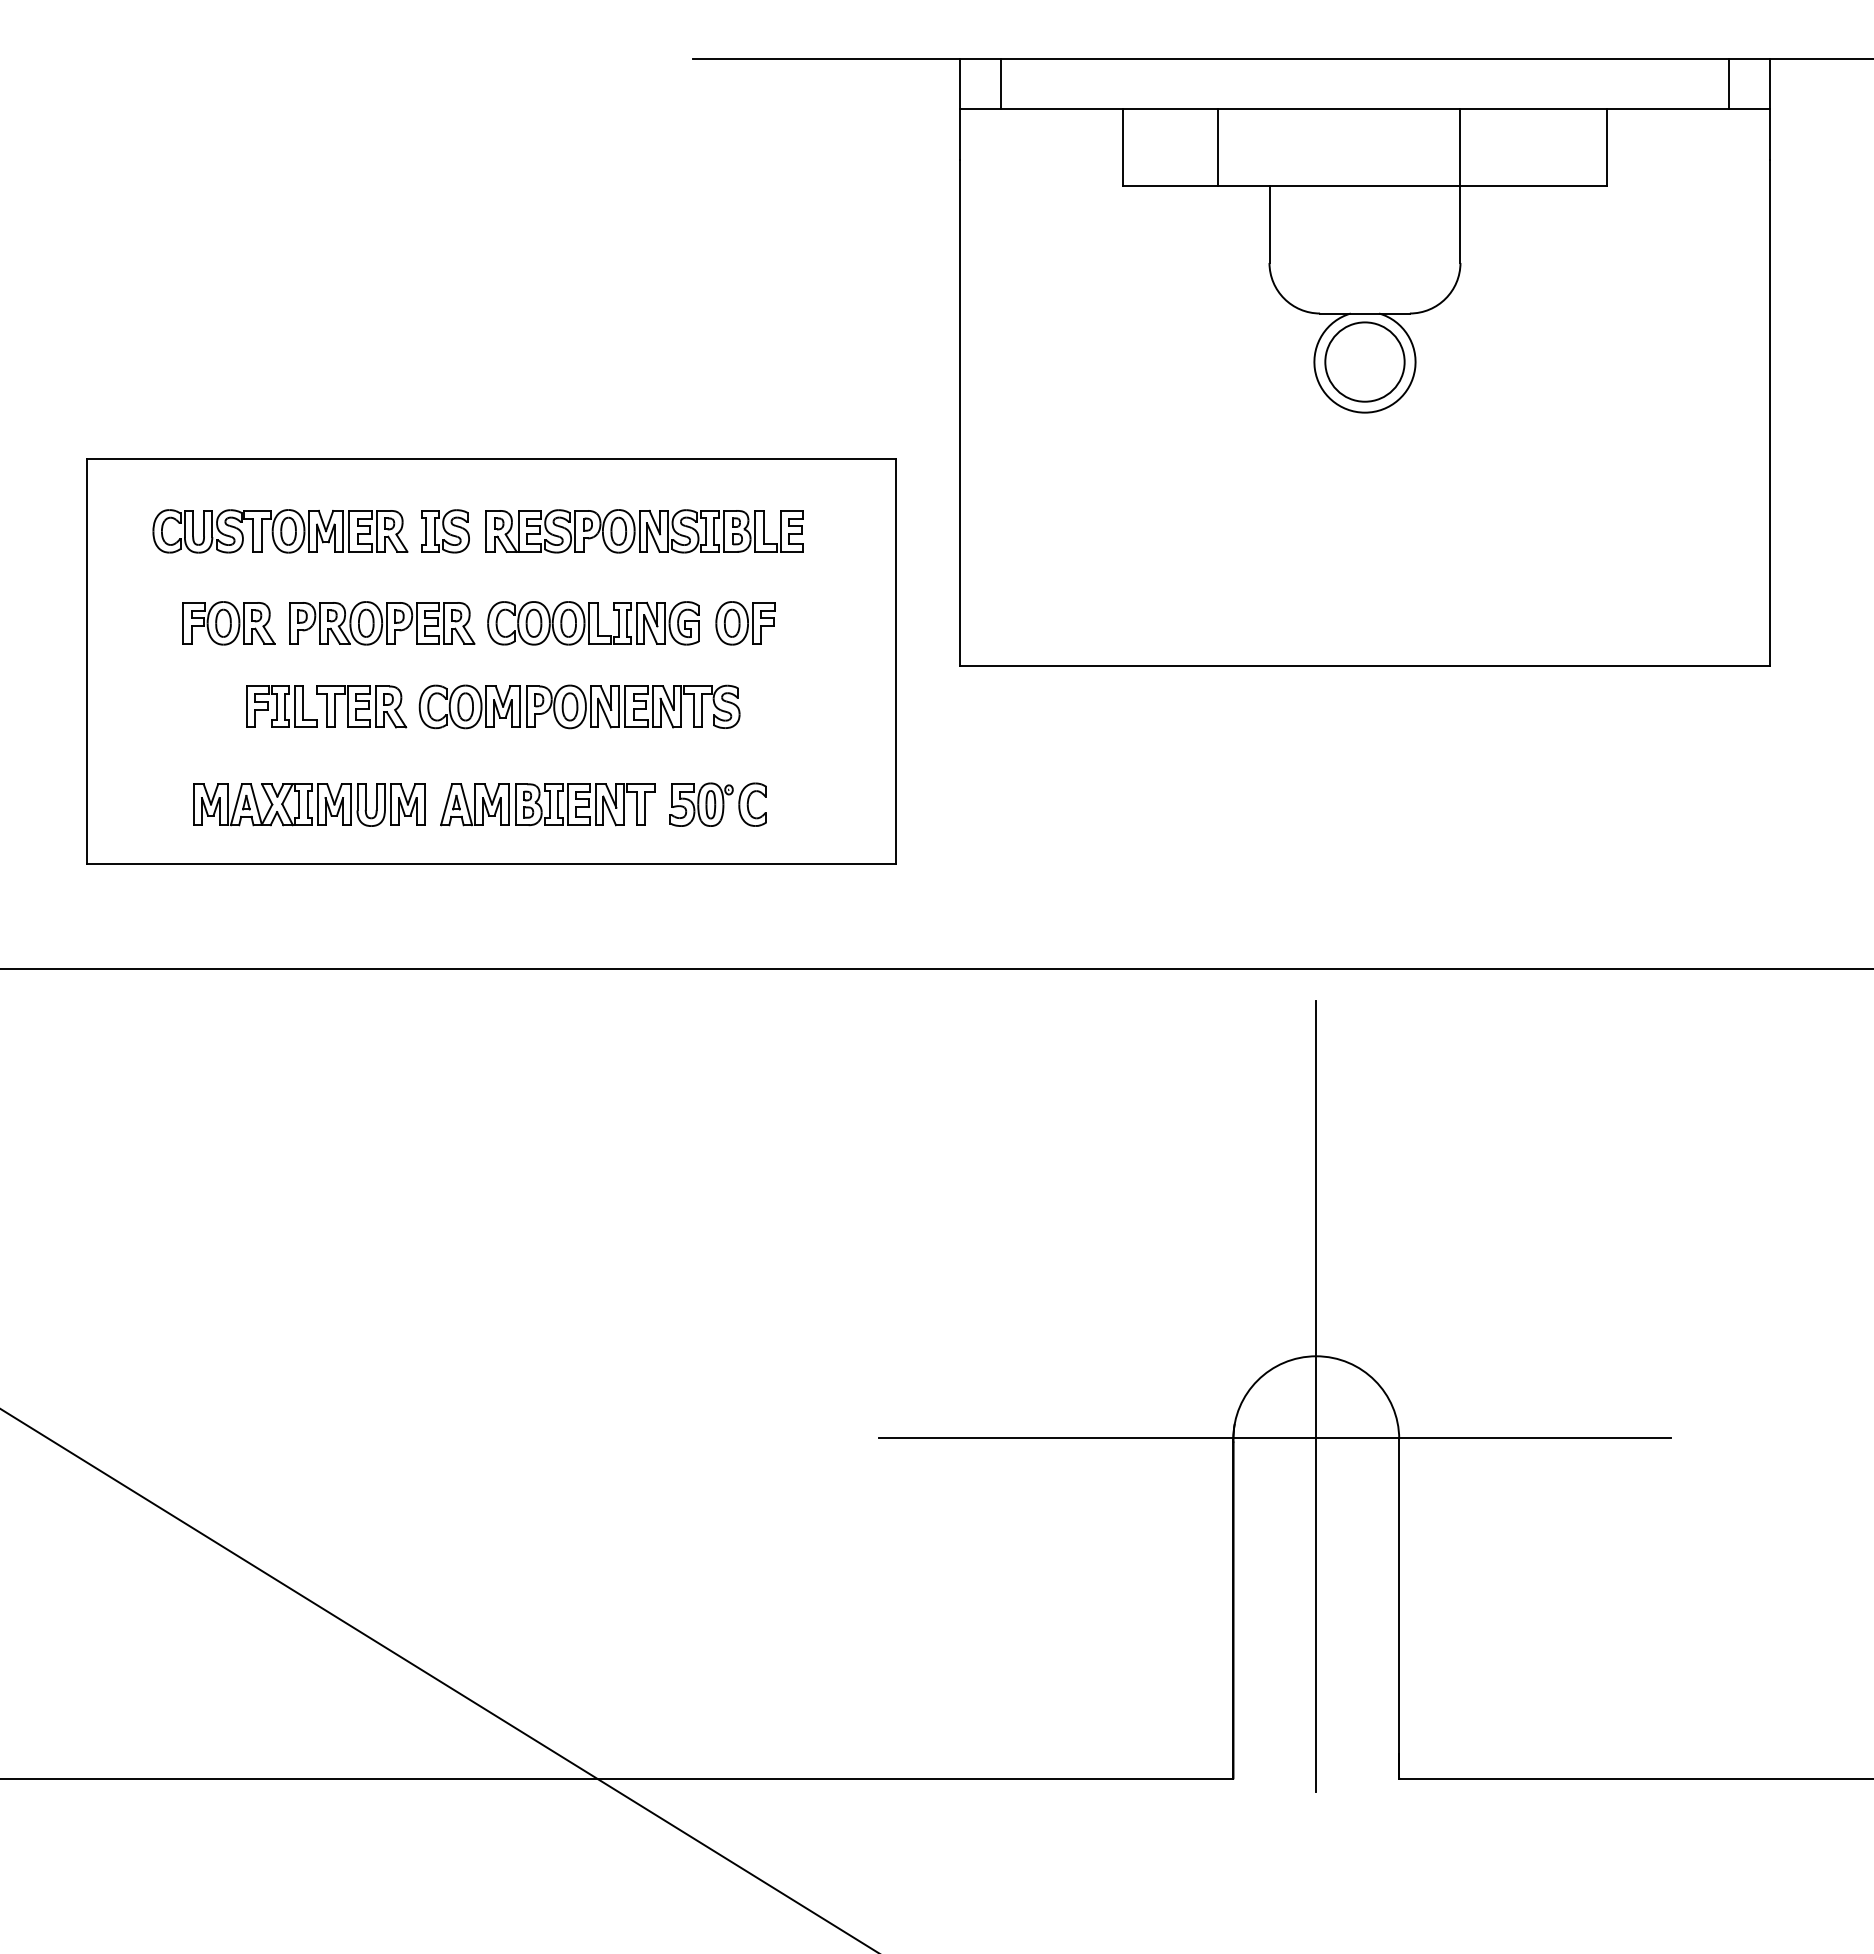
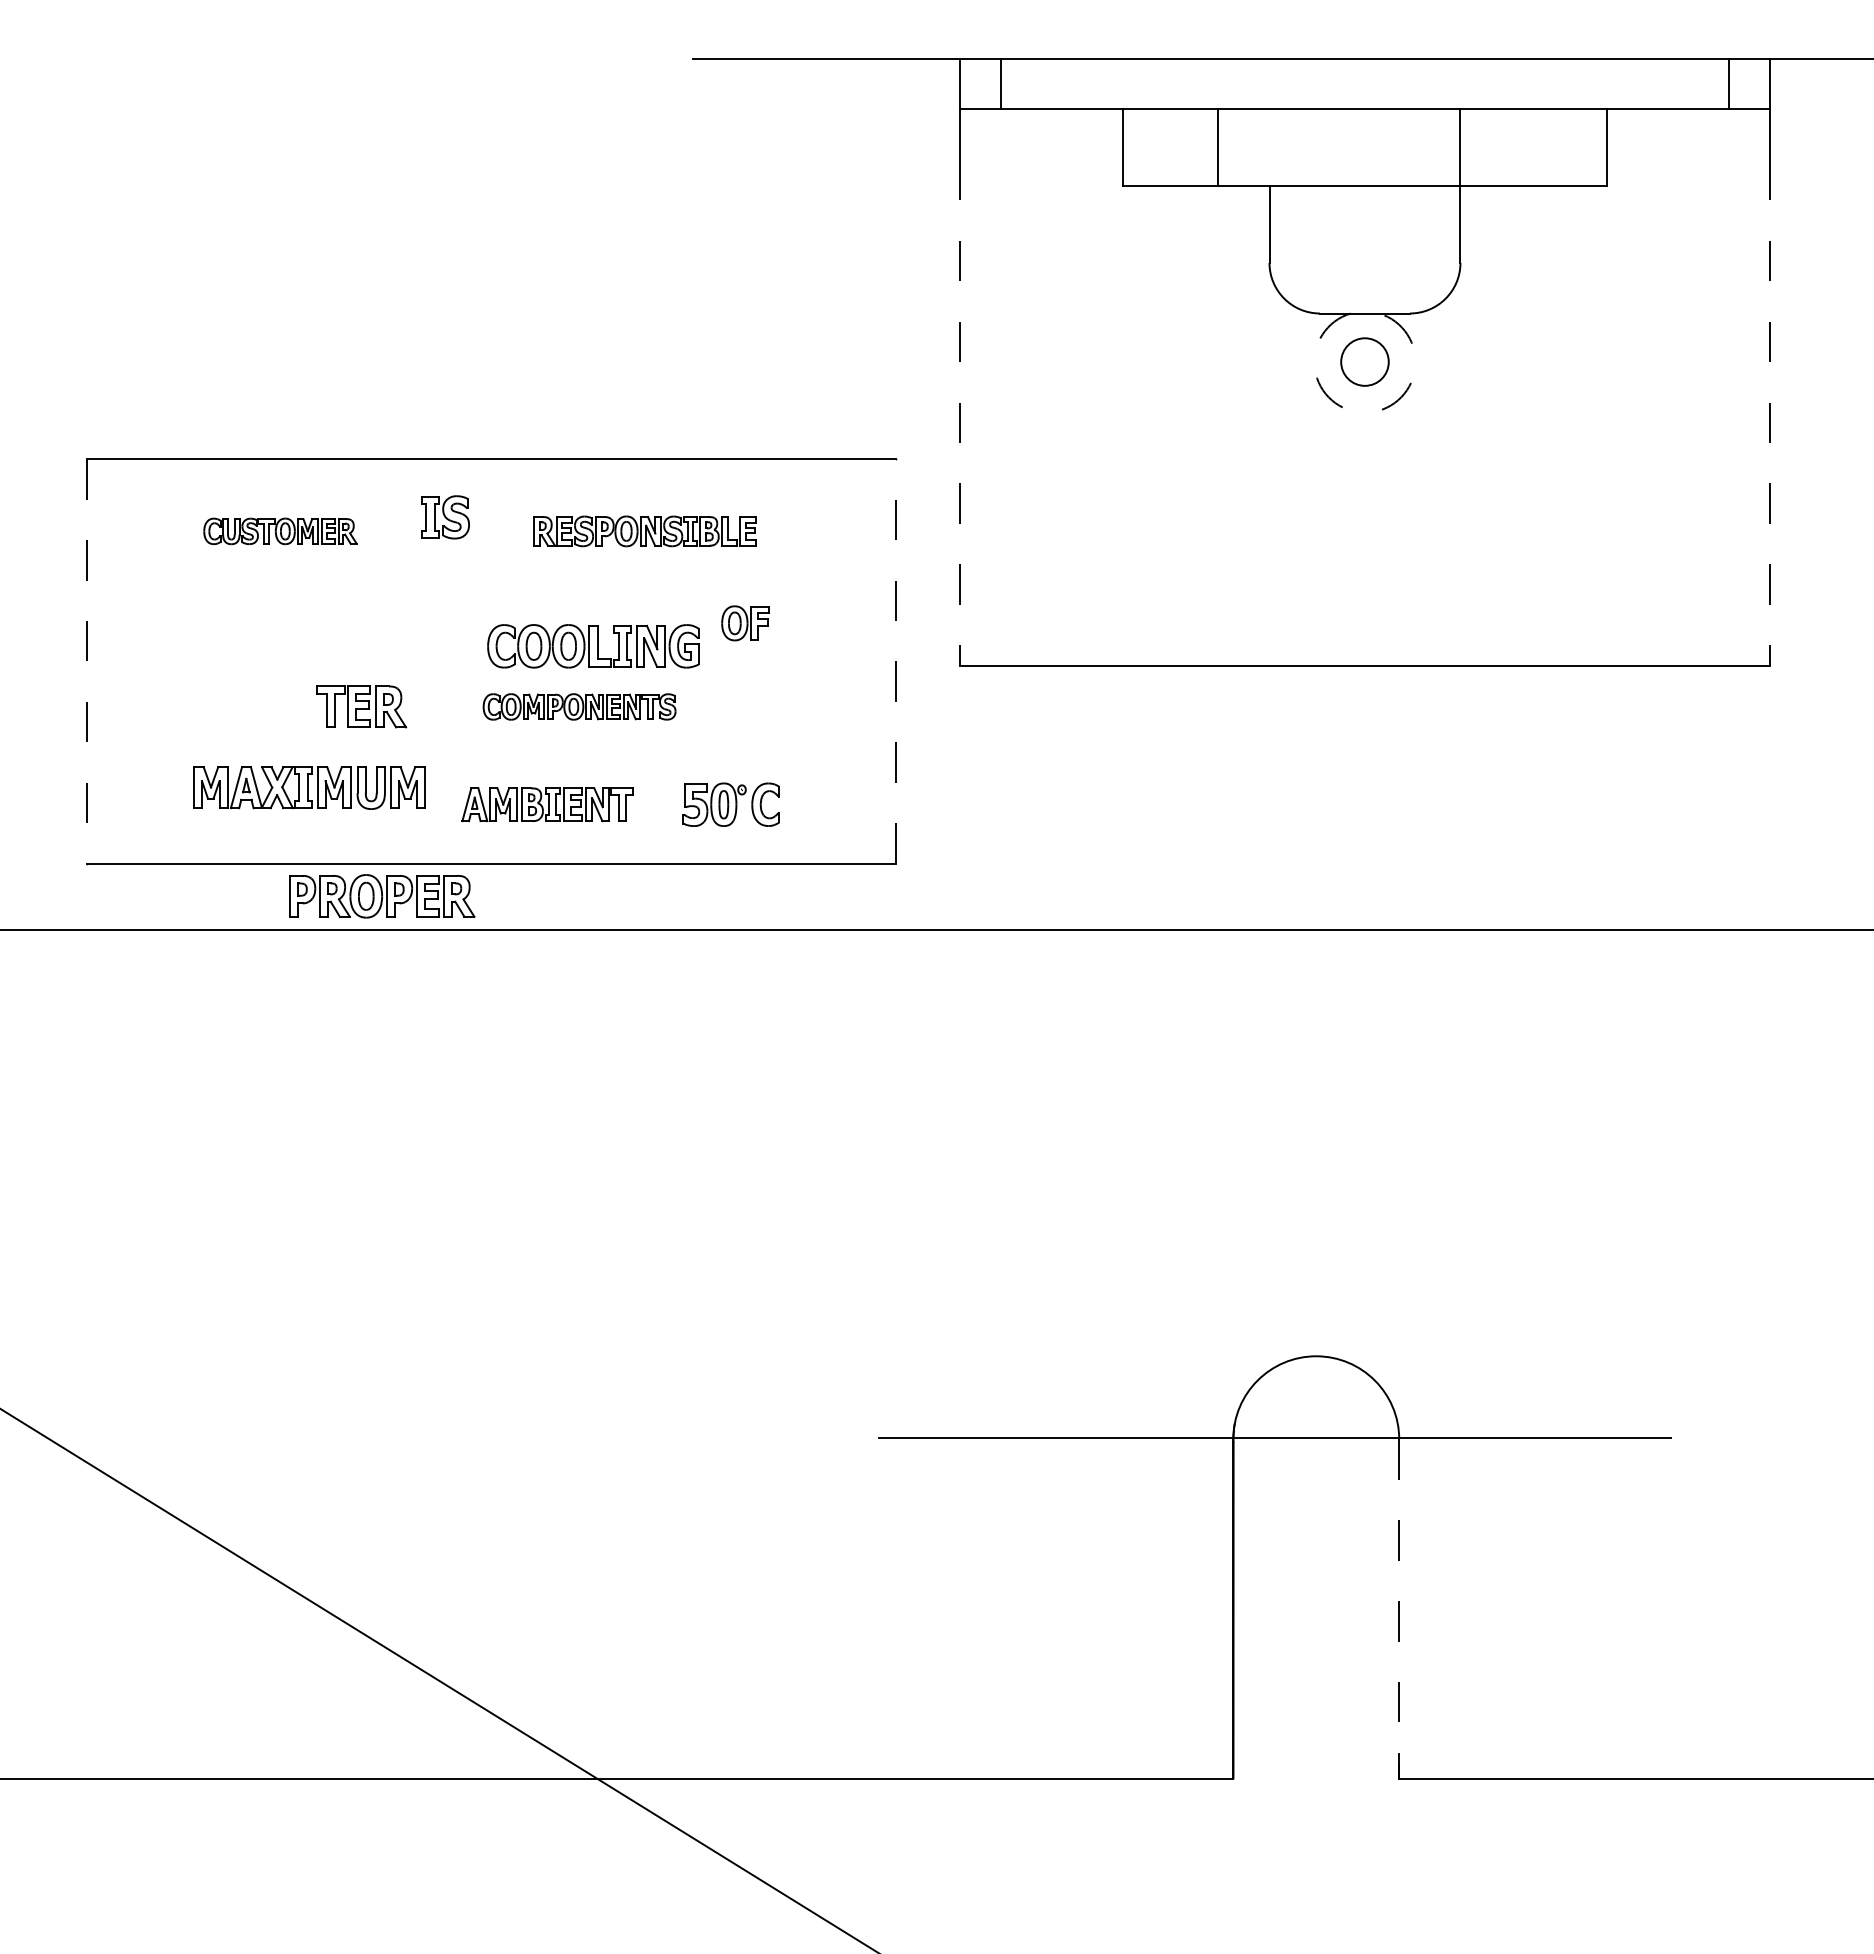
circle at (1364, 361) diameter: 79 px -> 48 px
line at (960, 412): solid -> dashed
arc at (1364, 412): solid -> dashed
line at (1769, 412): solid -> dashed
part at (280, 531) size: 257x45 px -> 155x29 px
part at (445, 531) position: (445, 531) -> (445, 517)
part at (644, 531) size: 319x45 px -> 224x33 px
part at (228, 623): present -> none
part at (382, 623) position: (382, 623) -> (382, 896)
part at (593, 623) position: (593, 623) -> (593, 646)
part at (745, 623) size: 61x45 px -> 49x37 px
line at (895, 660): solid -> dashed
line at (86, 661): solid -> dashed
part at (281, 706): present -> none
part at (579, 706) size: 323x46 px -> 195x28 px
part at (309, 804) position: (309, 804) -> (309, 787)
part at (547, 804) size: 216x44 px -> 173x36 px
part at (717, 804) position: (717, 804) -> (730, 804)
line at (936, 969) position: (936, 969) -> (936, 930)
line at (1316, 1396): present -> none
line at (1399, 1609): solid -> dashed
